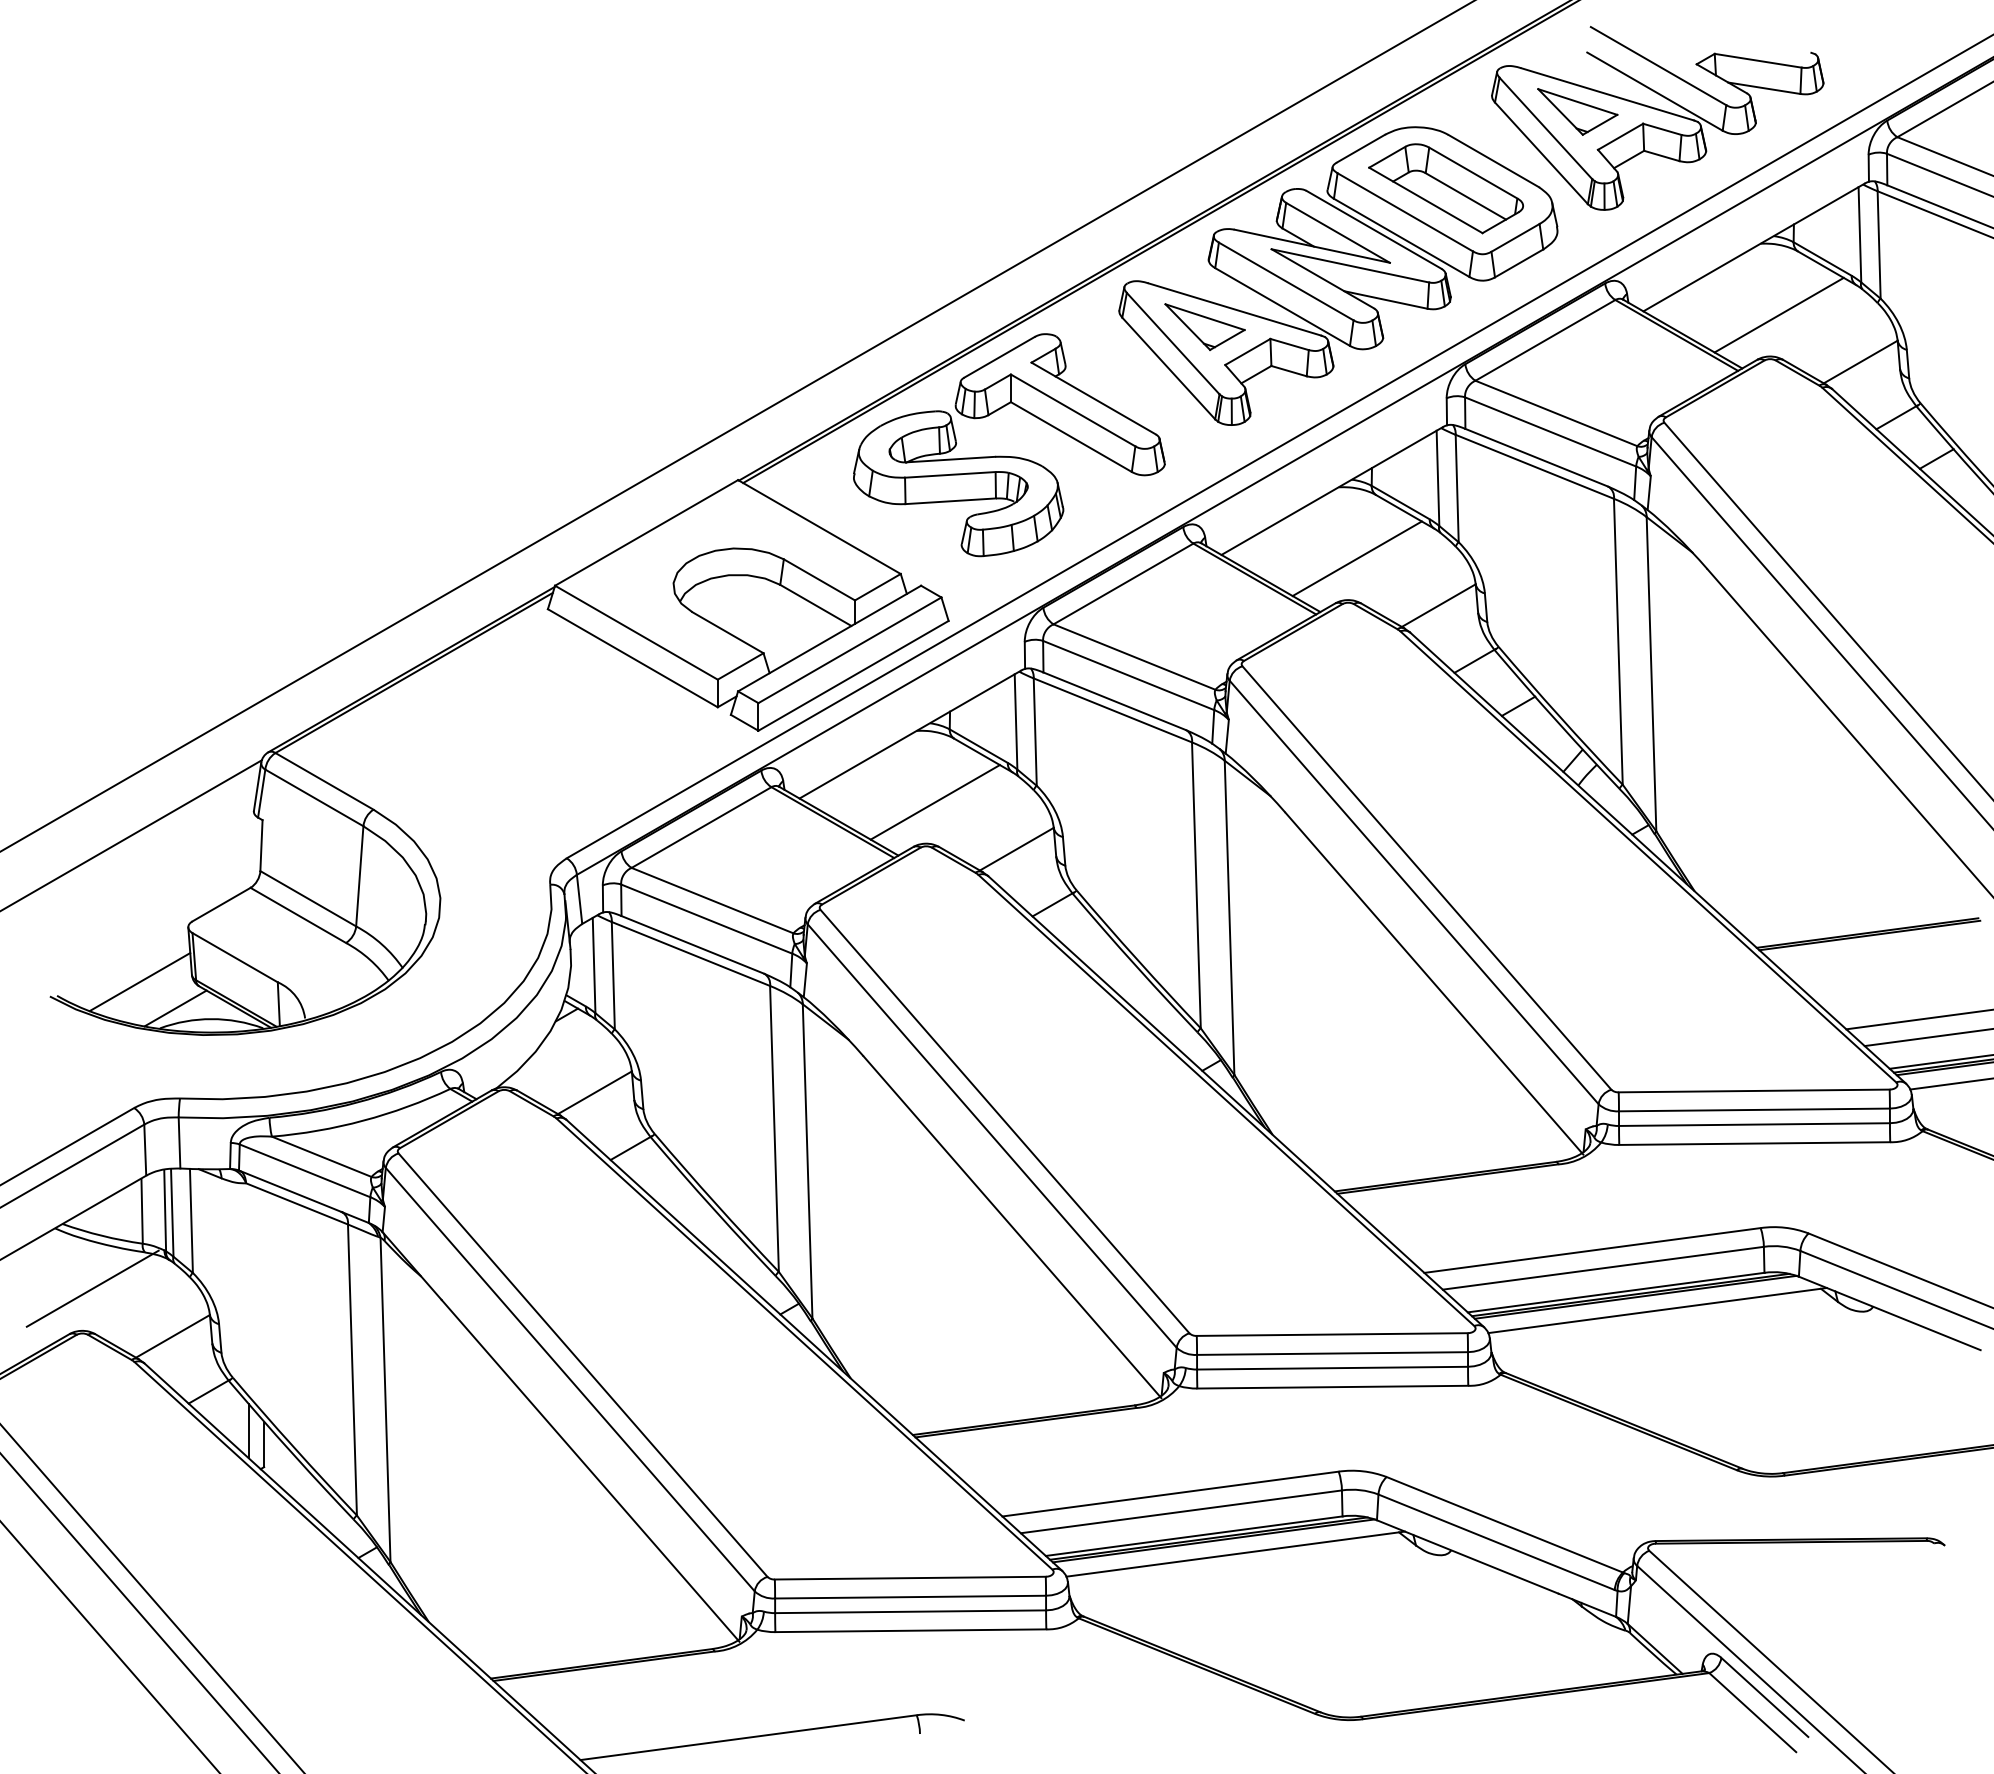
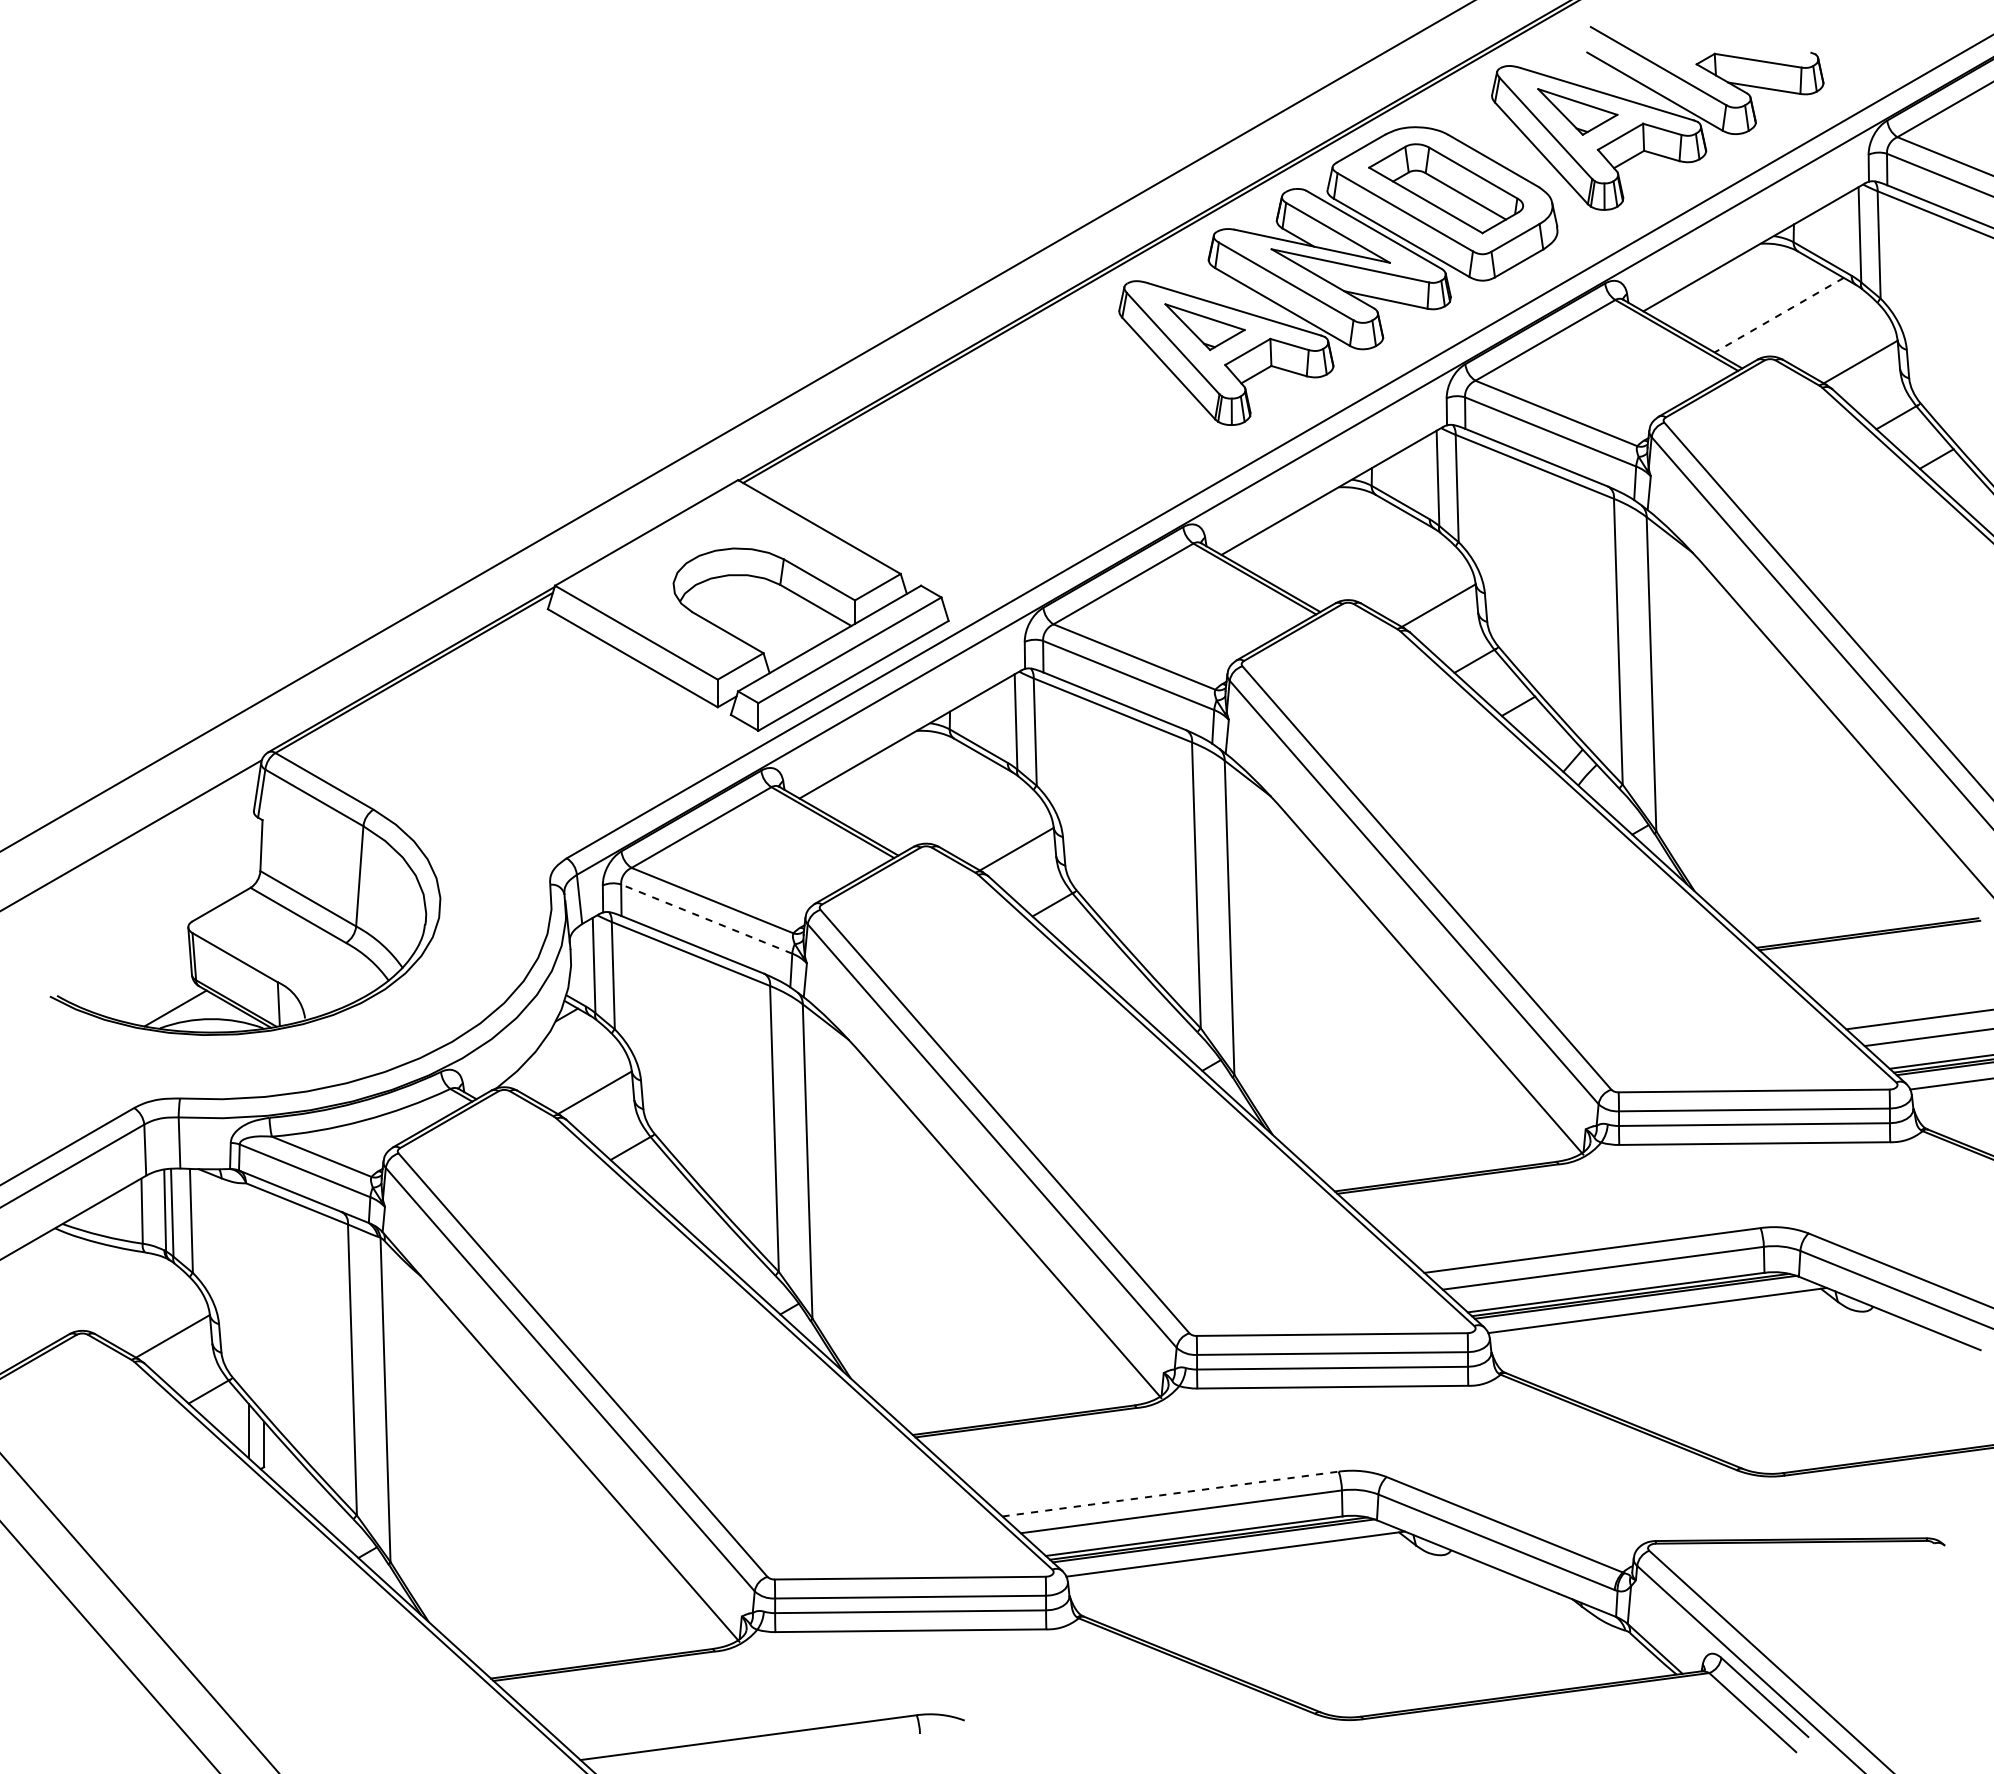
line at (1779, 315): solid -> dashed
part at (1009, 456): present -> none
line at (1356, 558): present -> none
line at (934, 802): present -> none
line at (706, 918): solid -> dashed
line at (139, 982): present -> none
line at (92, 1288): present -> none
line at (1170, 1494): solid -> dashed
line at (152, 1598): present -> none
